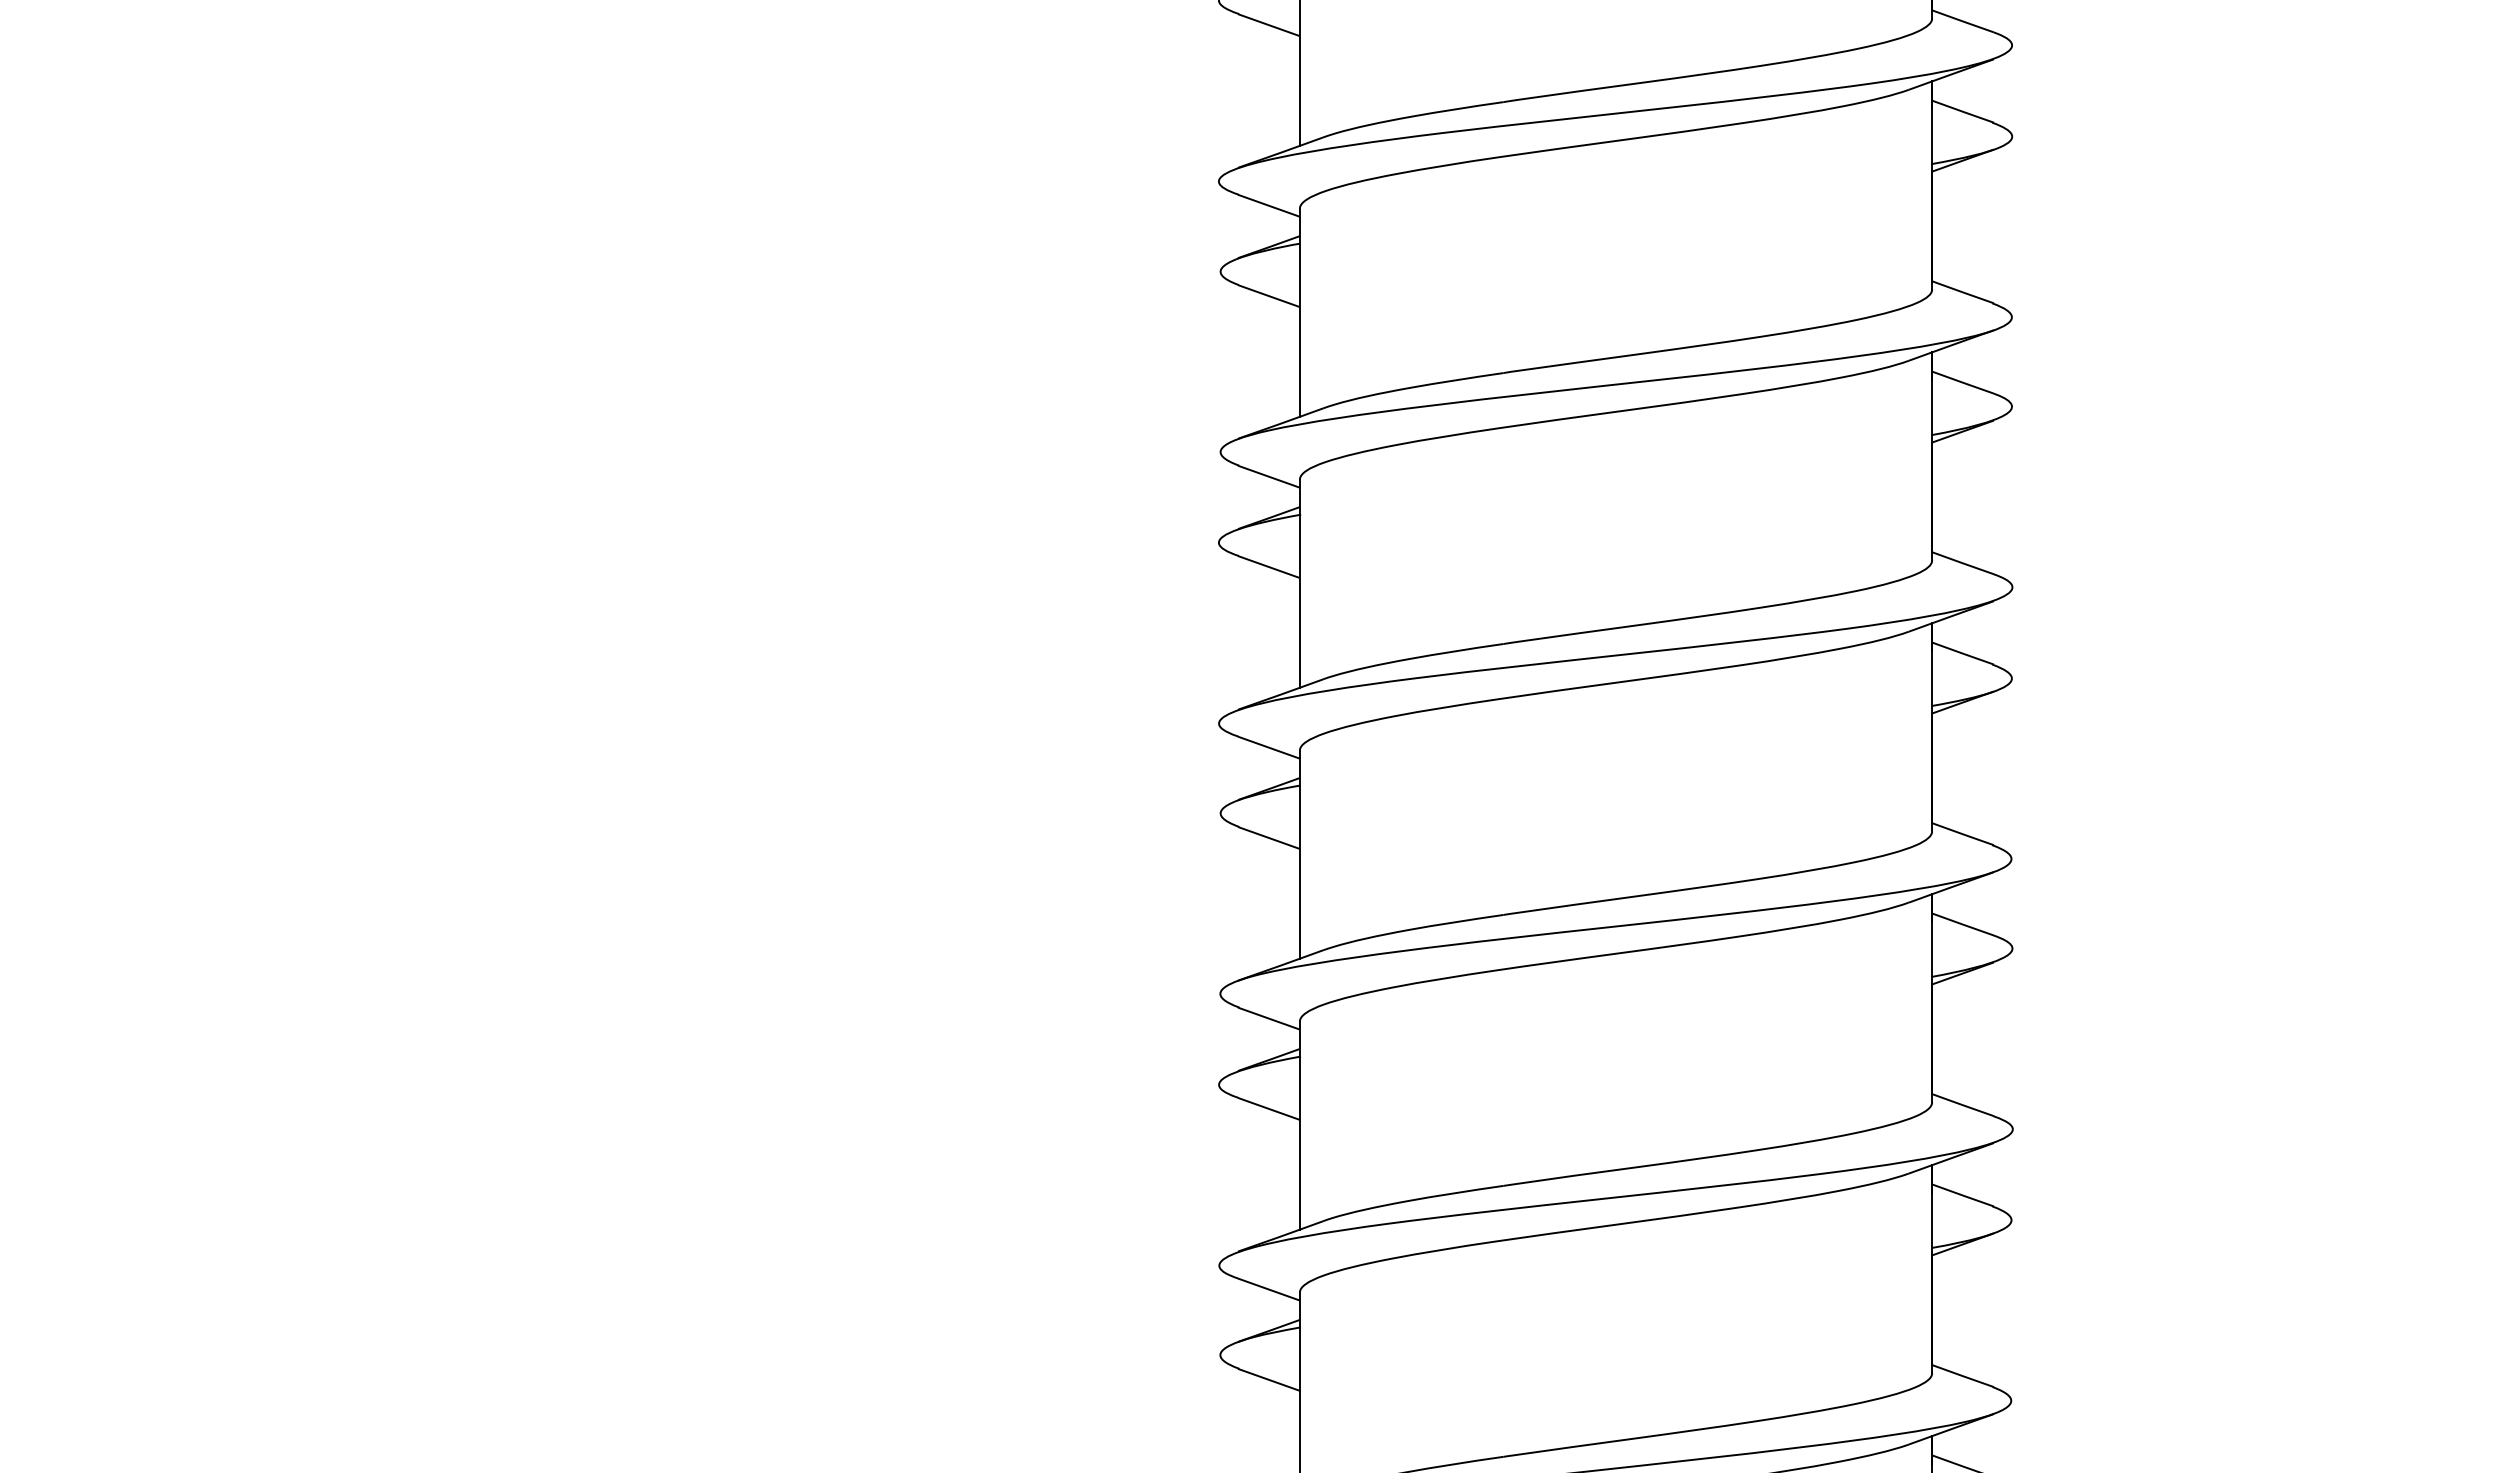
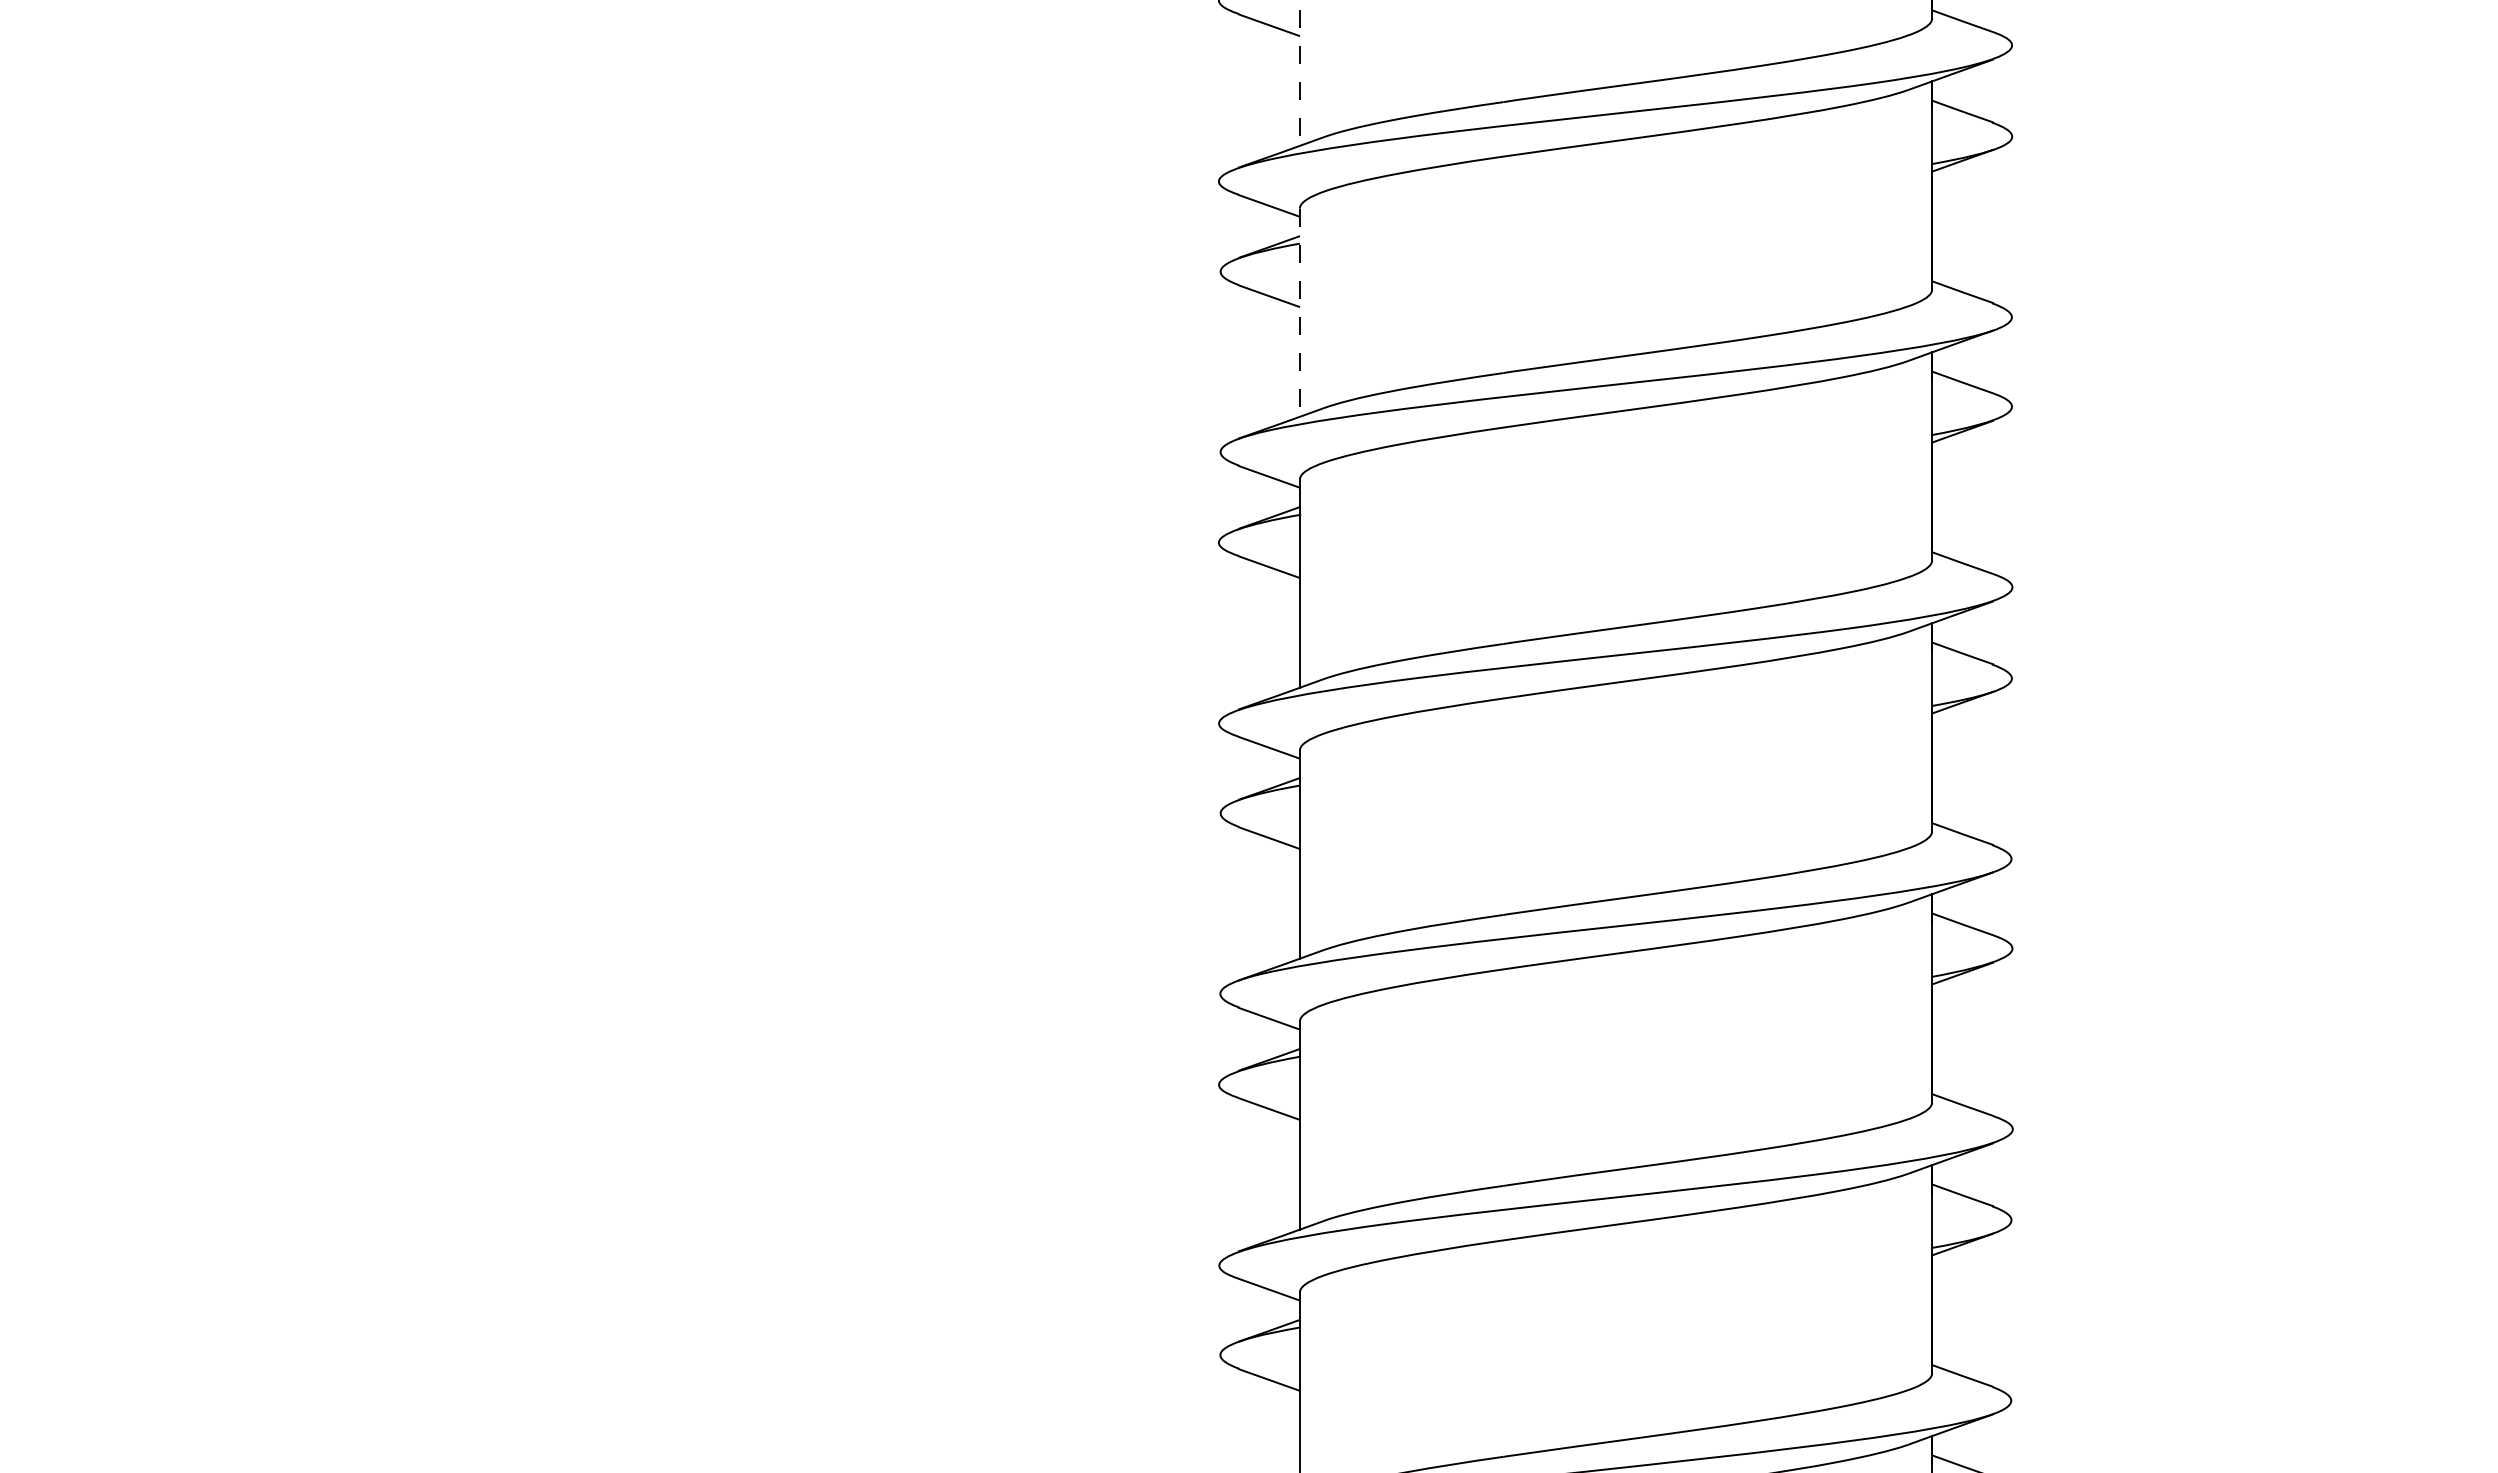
line at (1299, 73): solid -> dashed
line at (1299, 313): solid -> dashed
